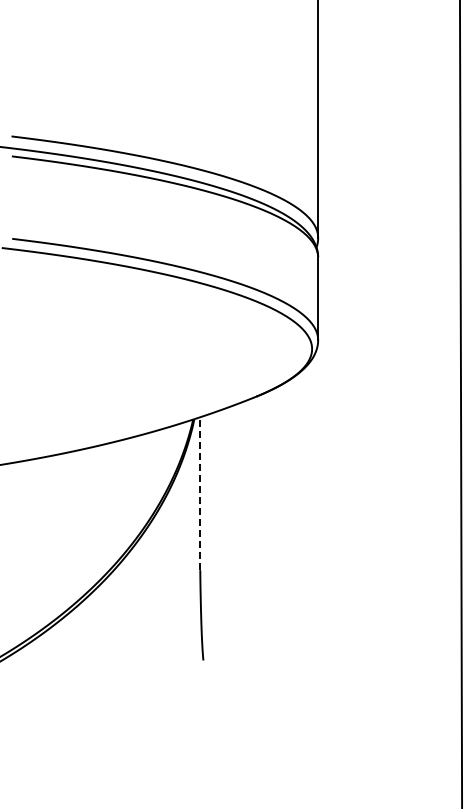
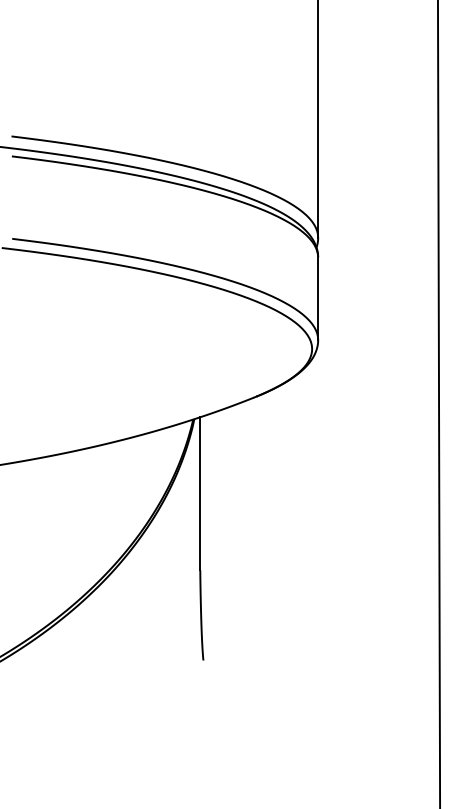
line at (460, 403) position: (460, 403) -> (438, 403)
line at (200, 493): dashed -> solid
